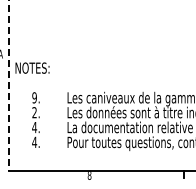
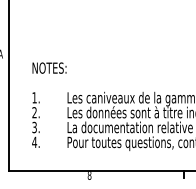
text at (32, 67) position: (32, 67) -> (49, 67)
line at (8, 85): dashed -> solid
text at (34, 97): 9. -> 1.
text at (34, 127): 4. -> 3.
